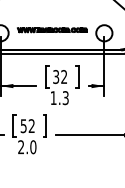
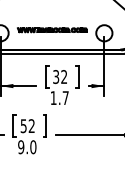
text at (65, 98): 1.3 -> 1.7
text at (21, 147): 2.0 -> 9.0
